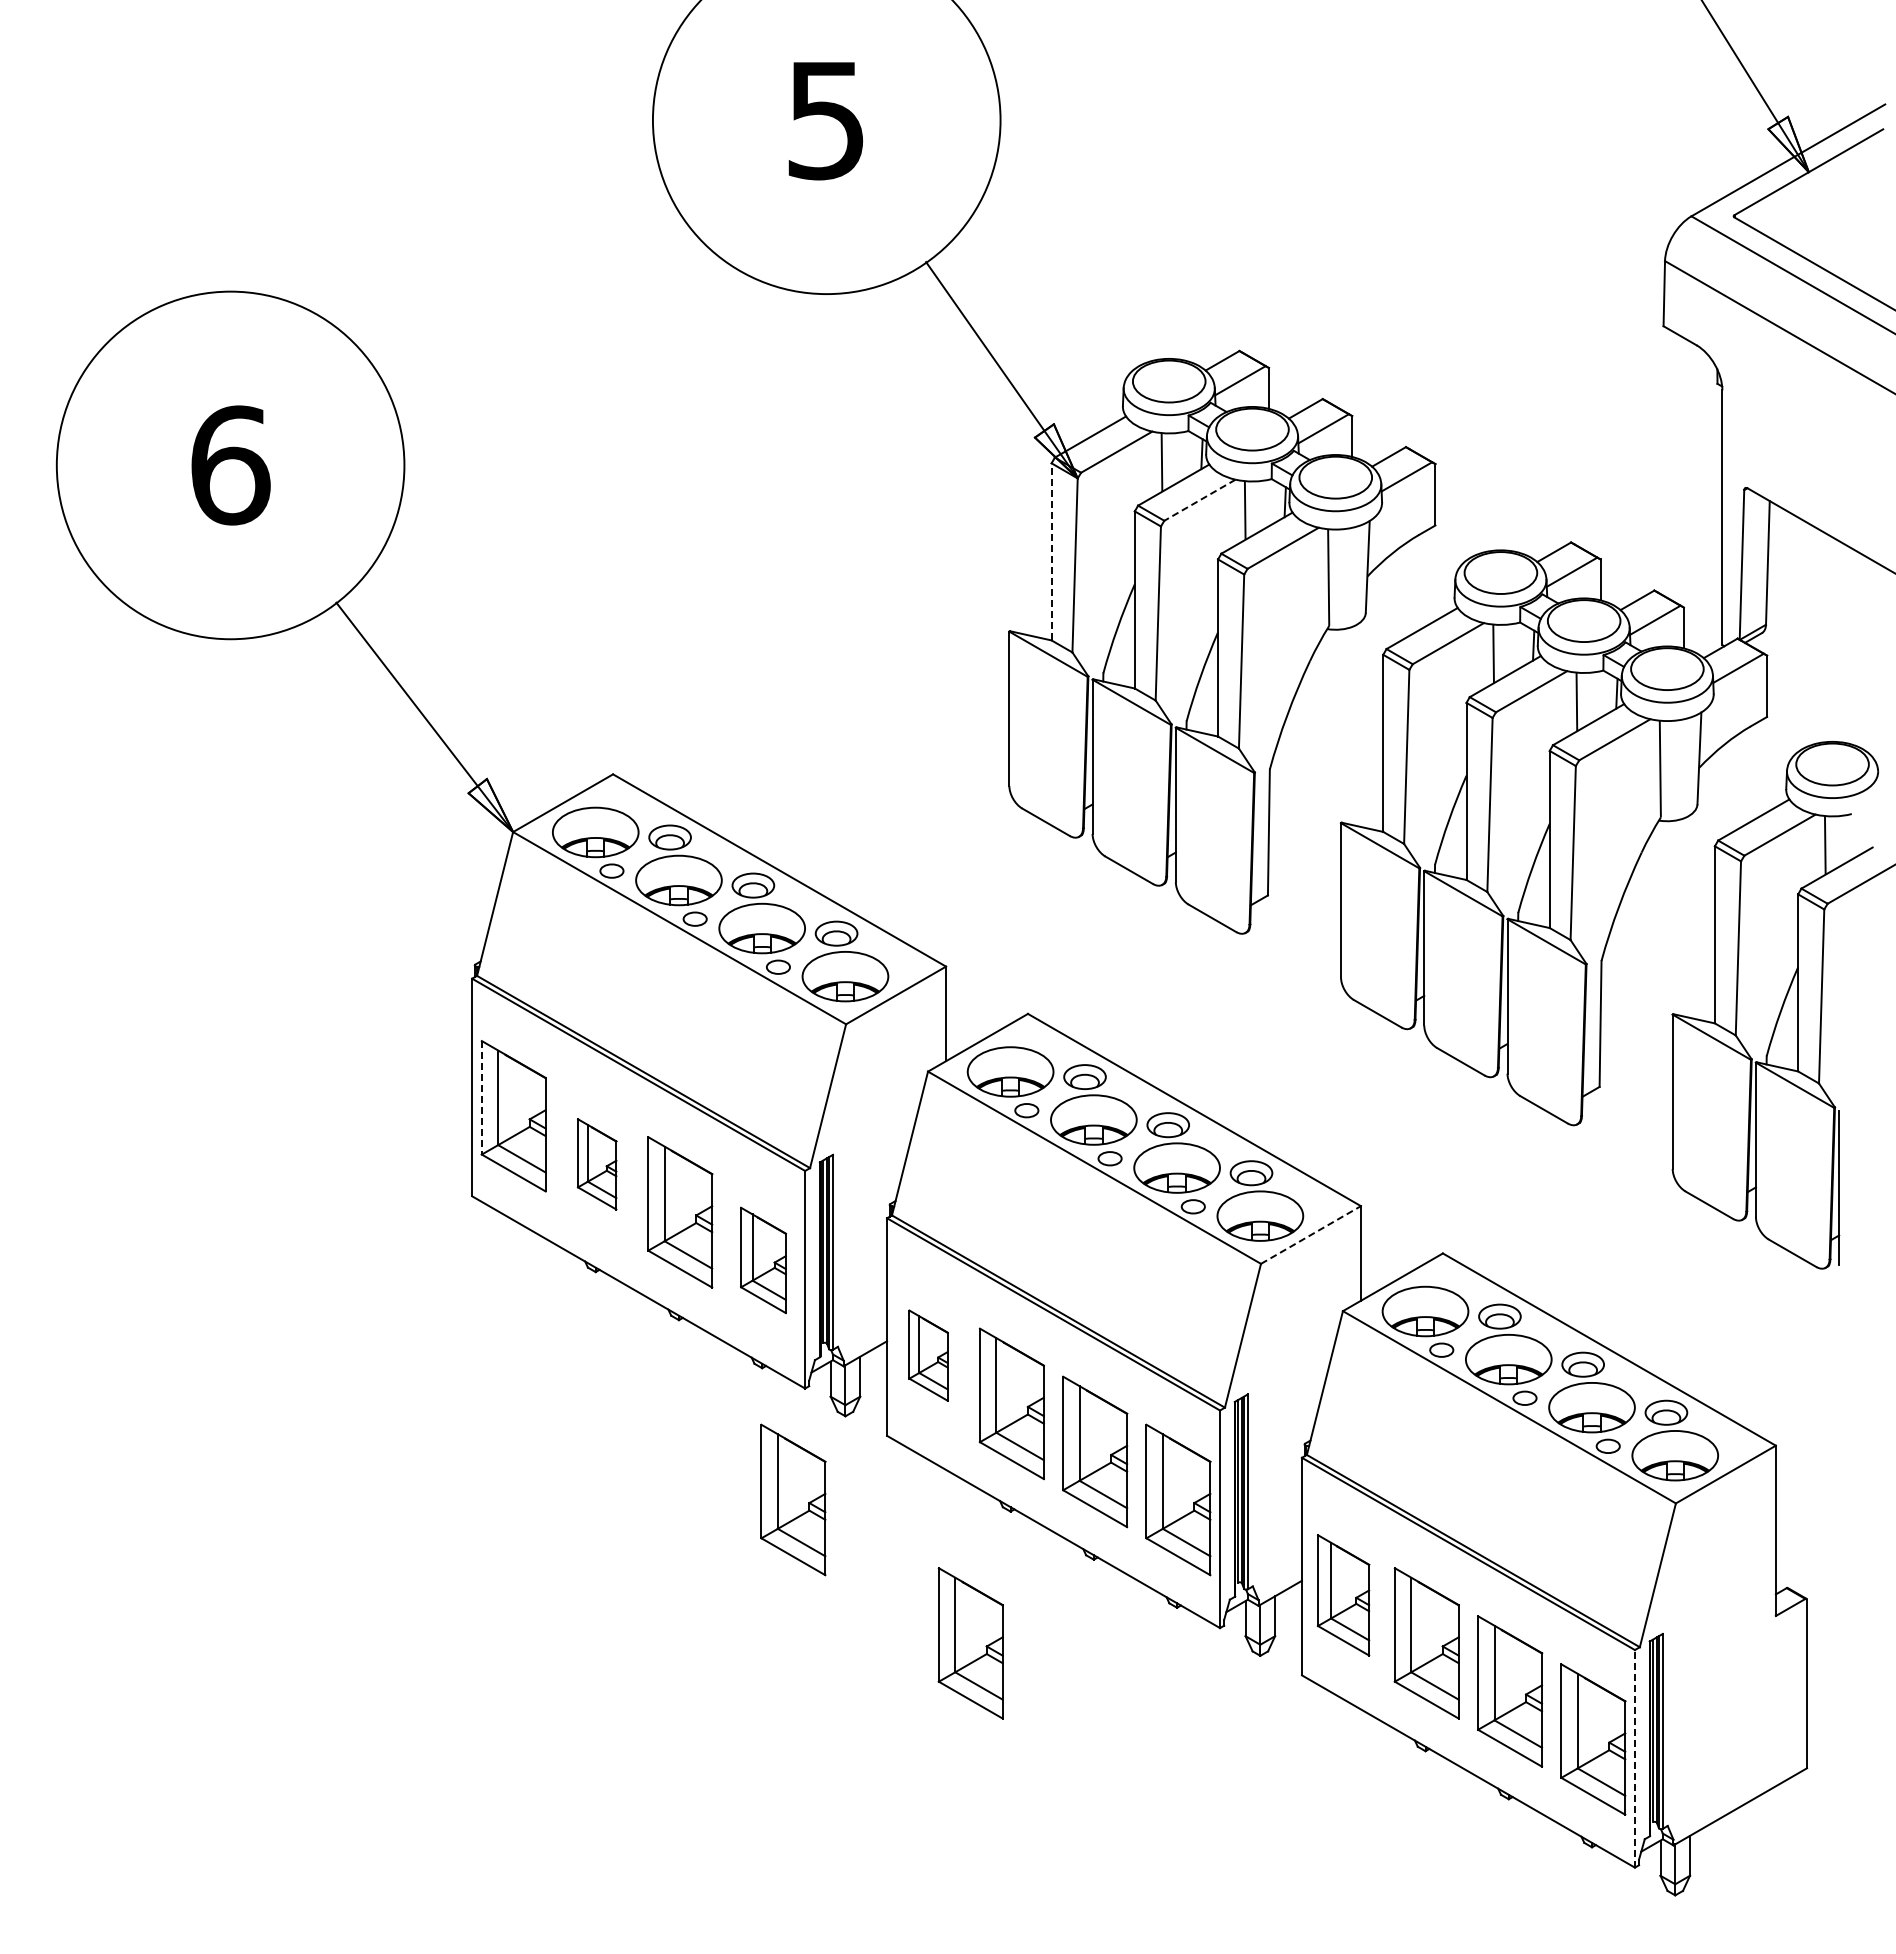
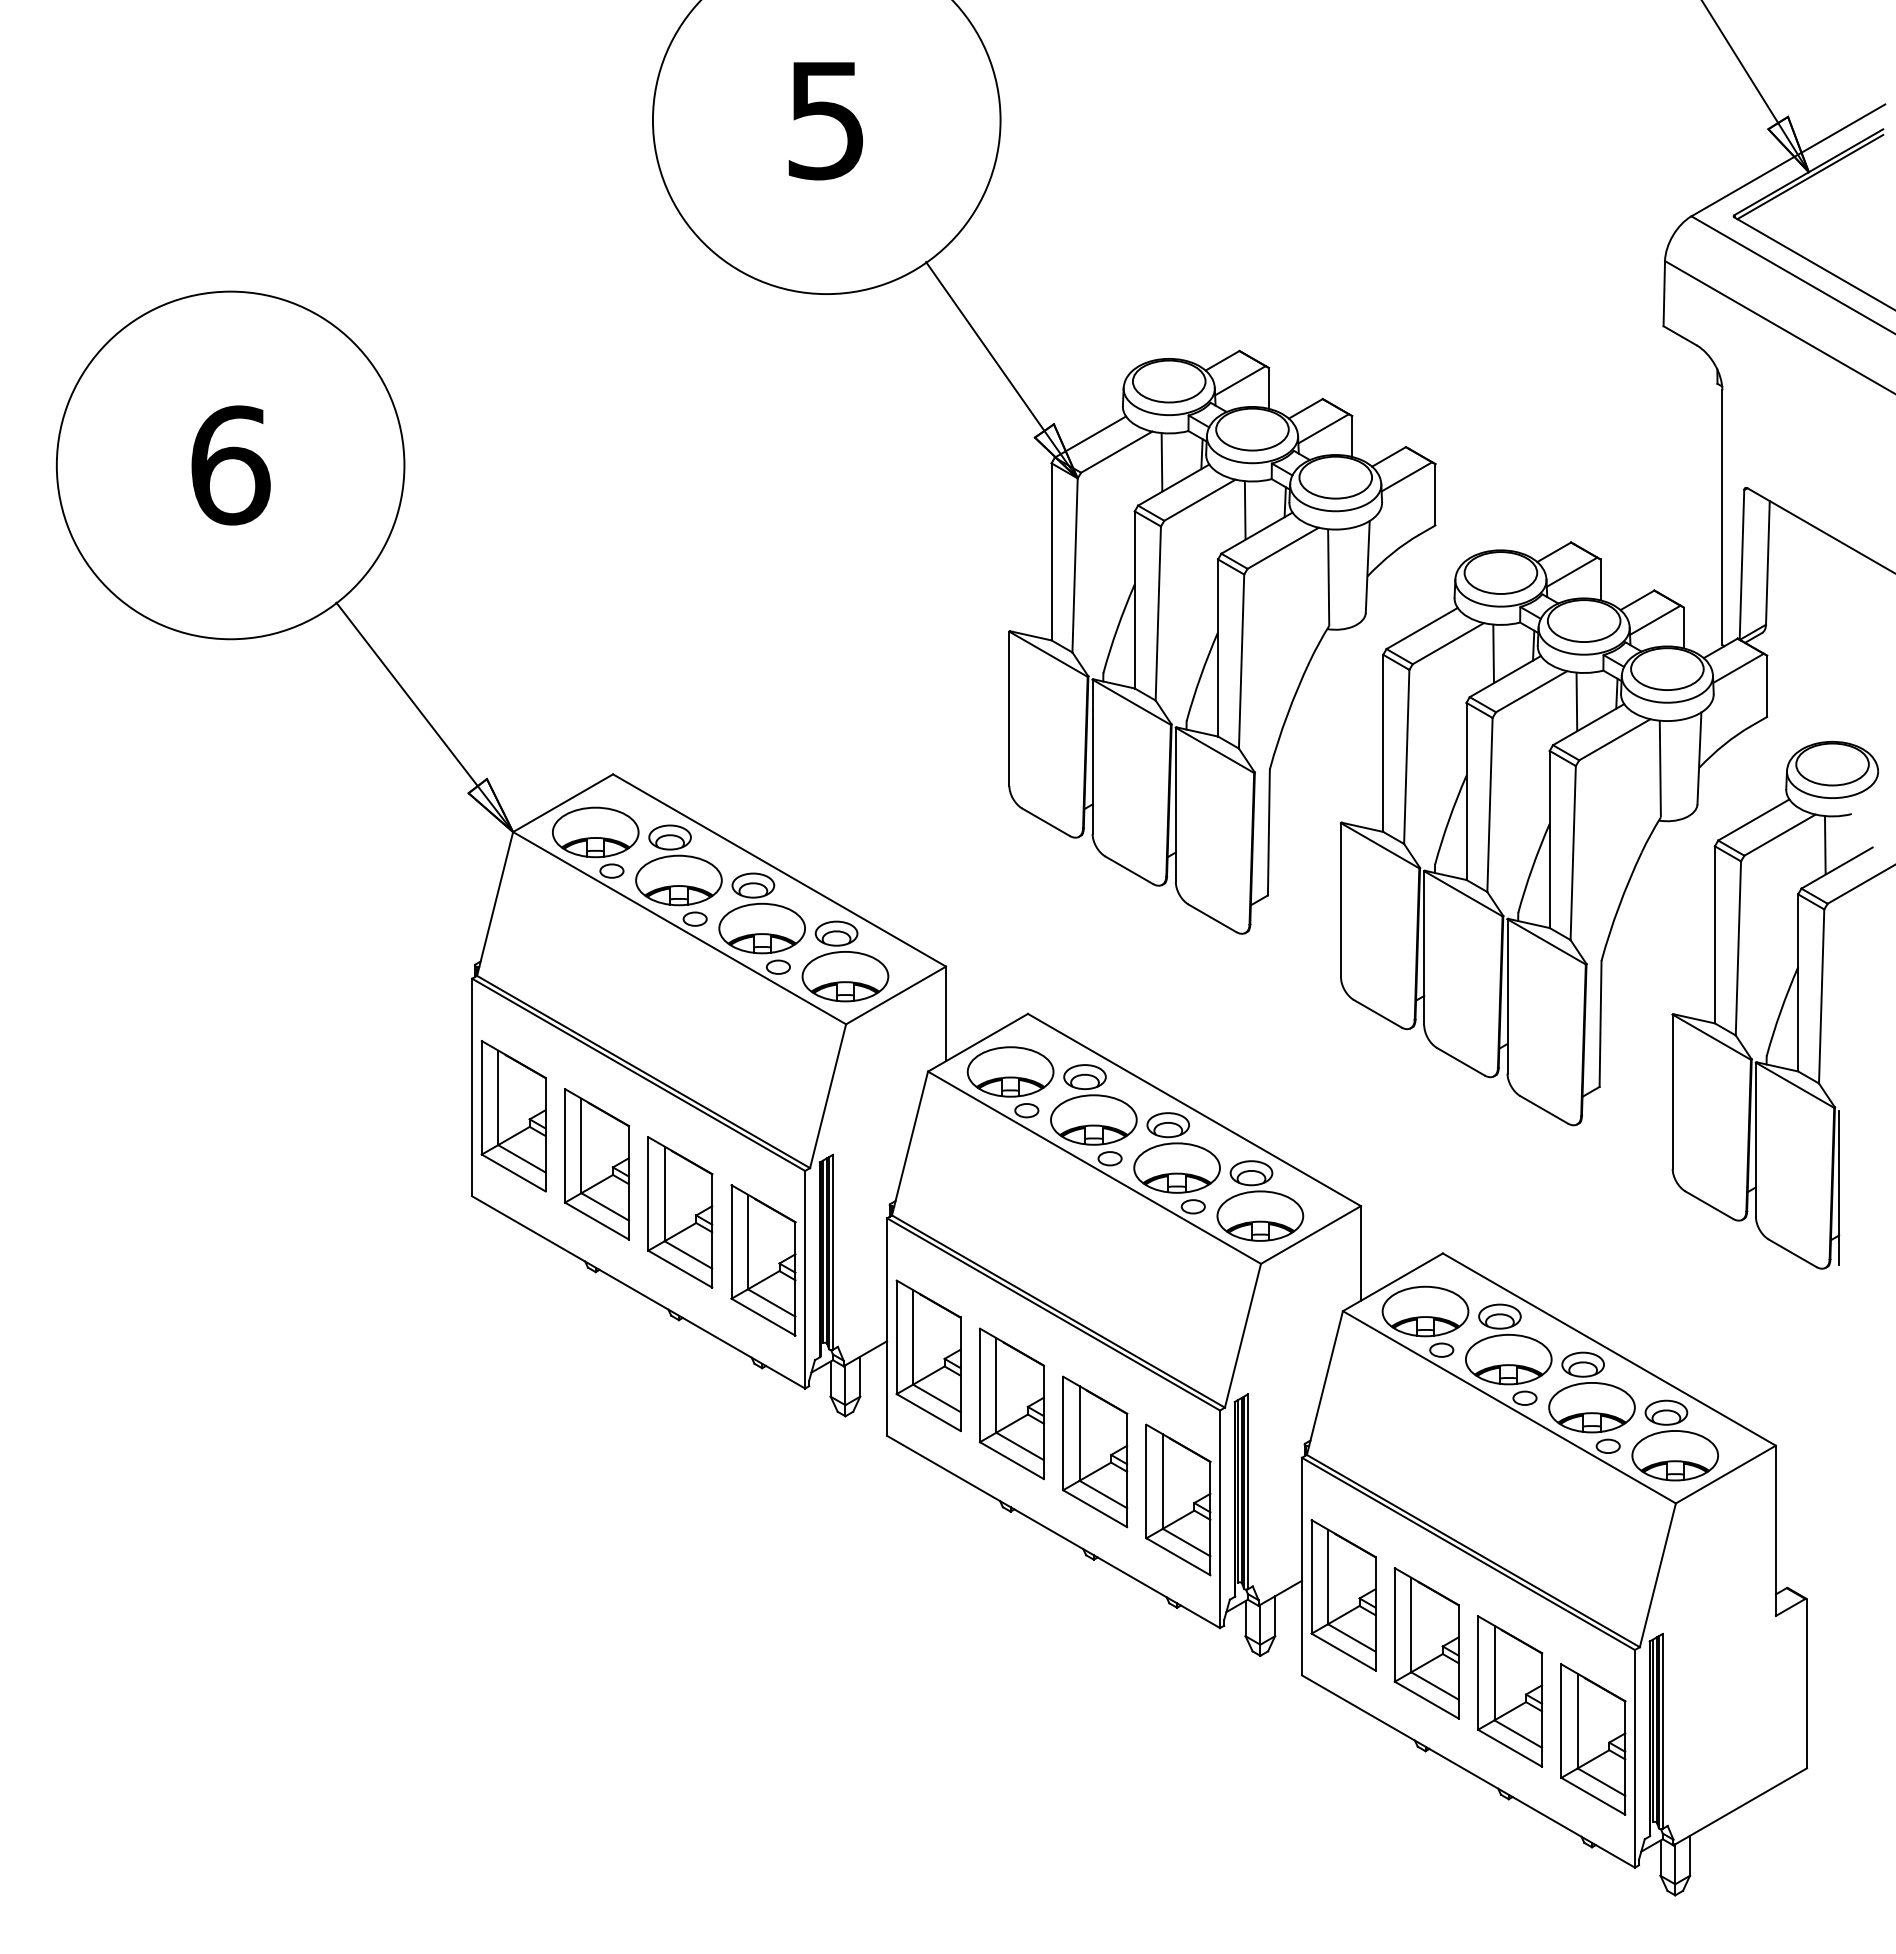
line at (1810, 176): none -> present
line at (1199, 500): dashed -> solid
line at (1051, 551): dashed -> solid
line at (481, 1097): dashed -> solid
part at (596, 1164) size: 42x93 px -> 67x153 px
line at (1310, 1235): dashed -> solid
part at (763, 1260) size: 47x109 px -> 67x153 px
part at (928, 1355) size: 41x93 px -> 67x153 px
part at (793, 1499): present -> none
part at (1343, 1595) size: 54x123 px -> 67x153 px
part at (970, 1643): present -> none
line at (1634, 1758): dashed -> solid
